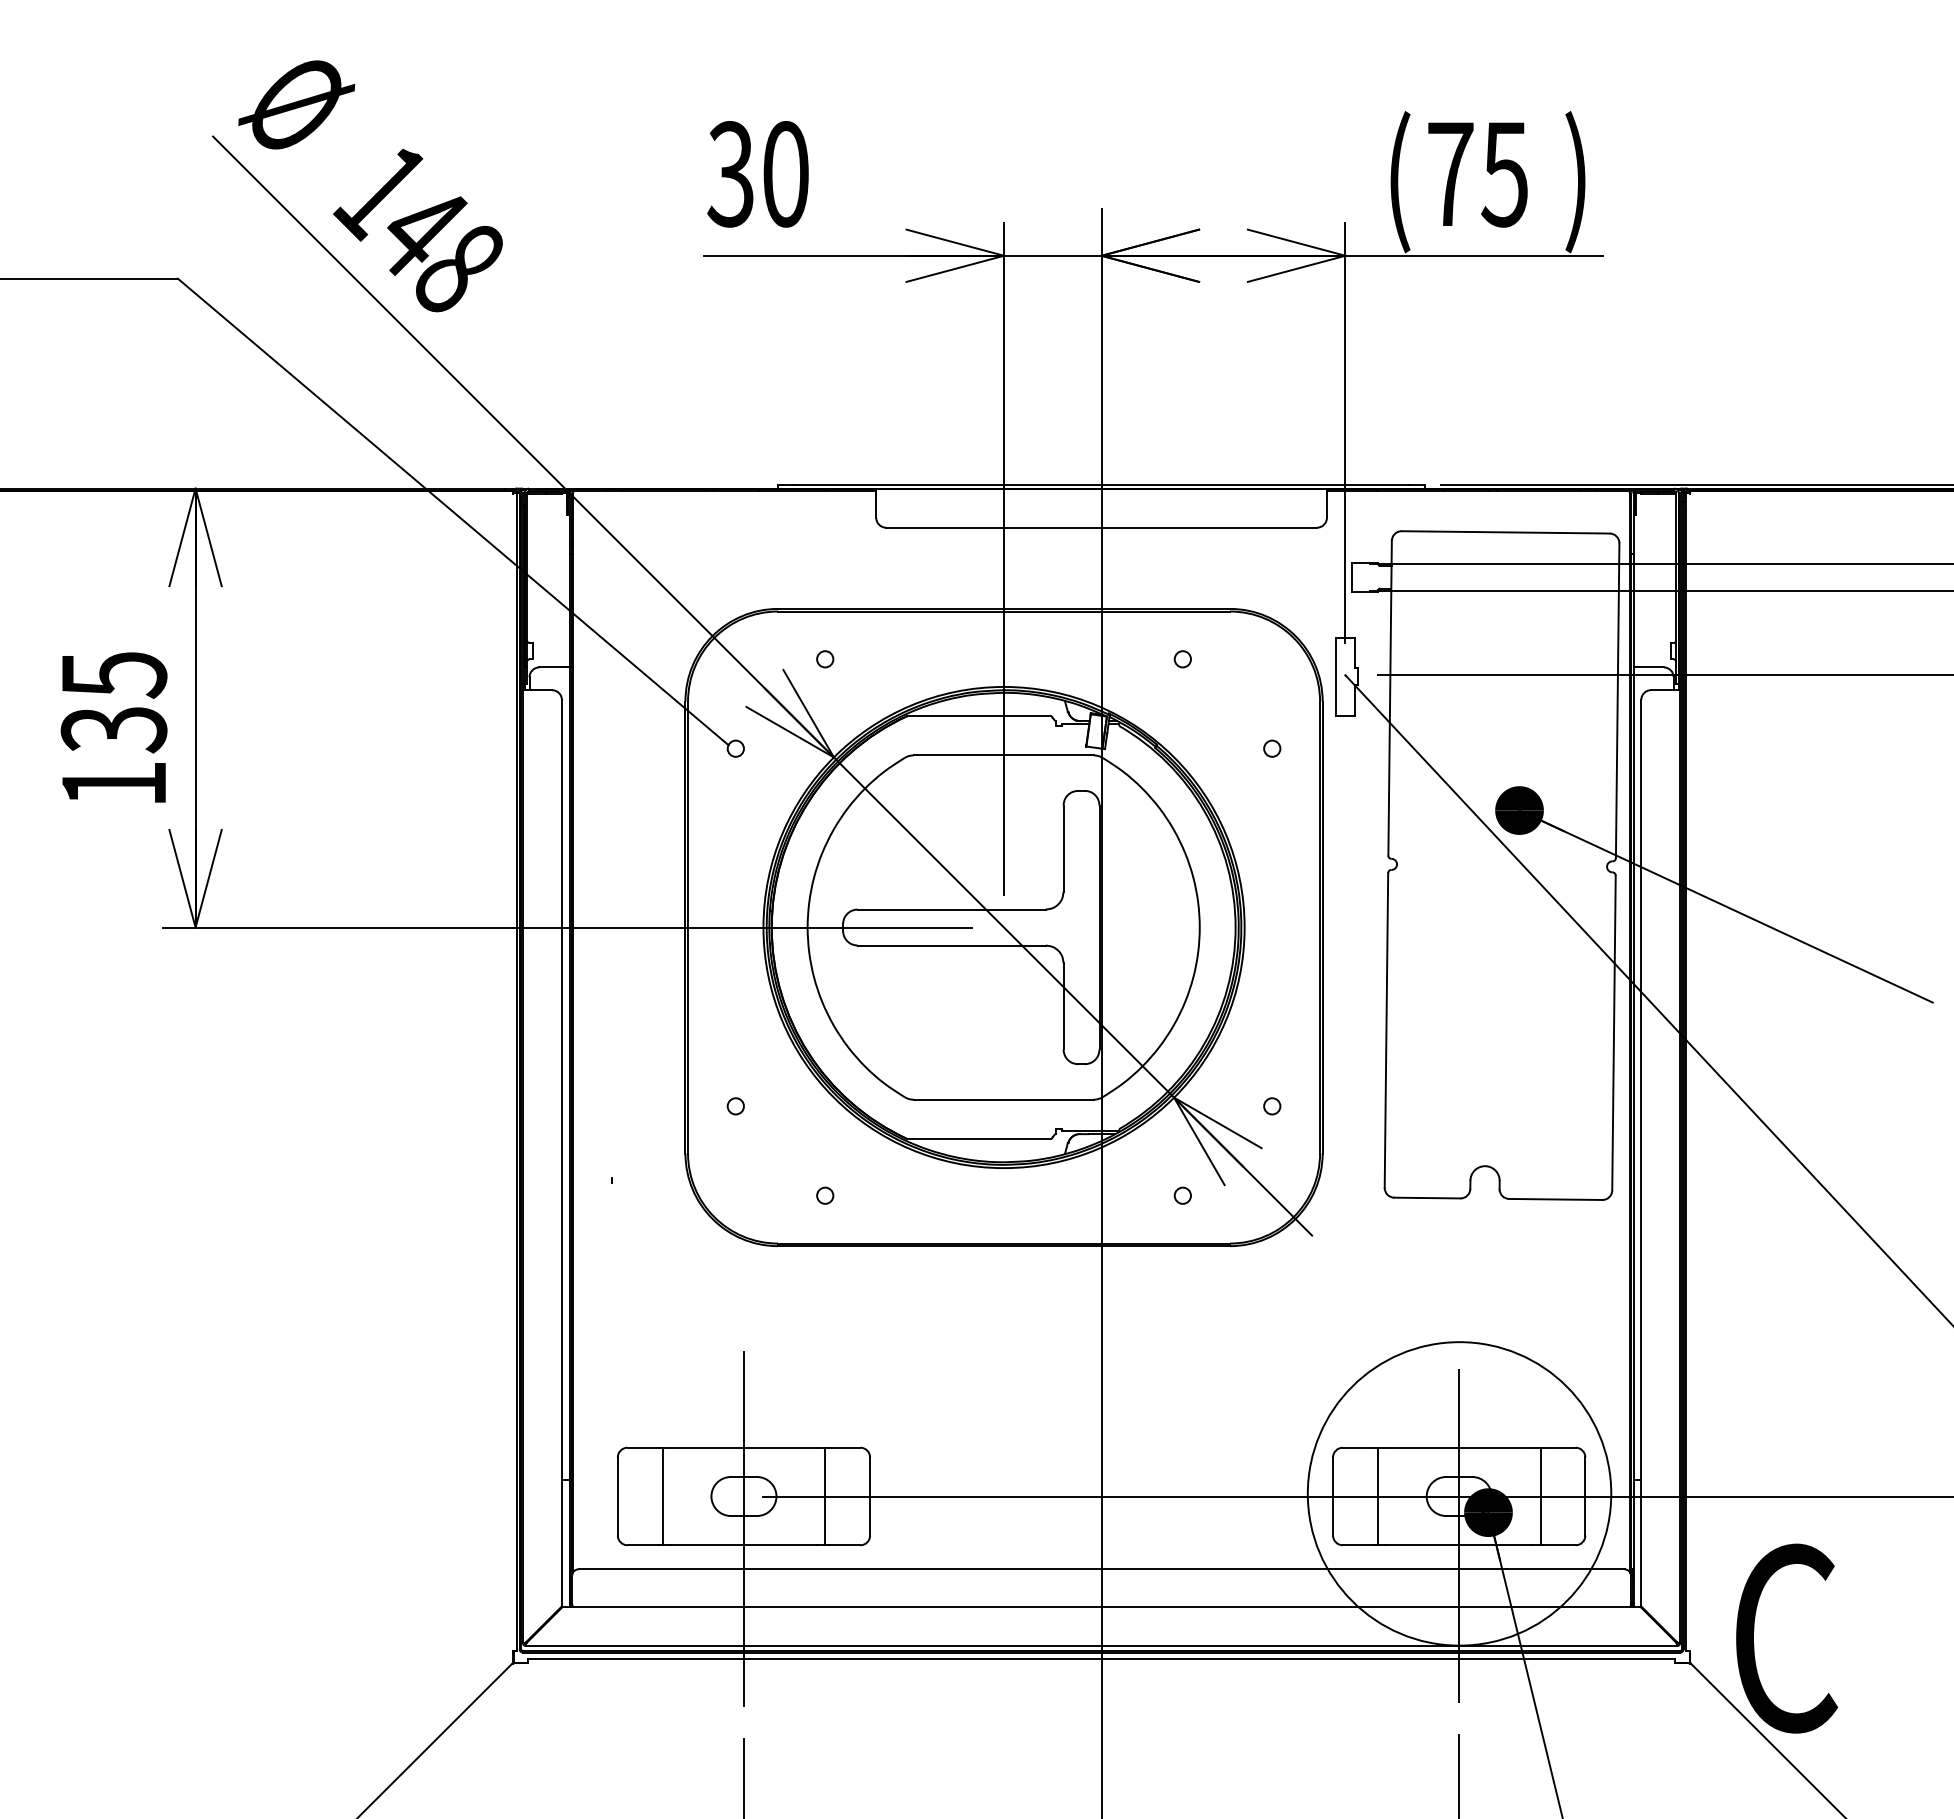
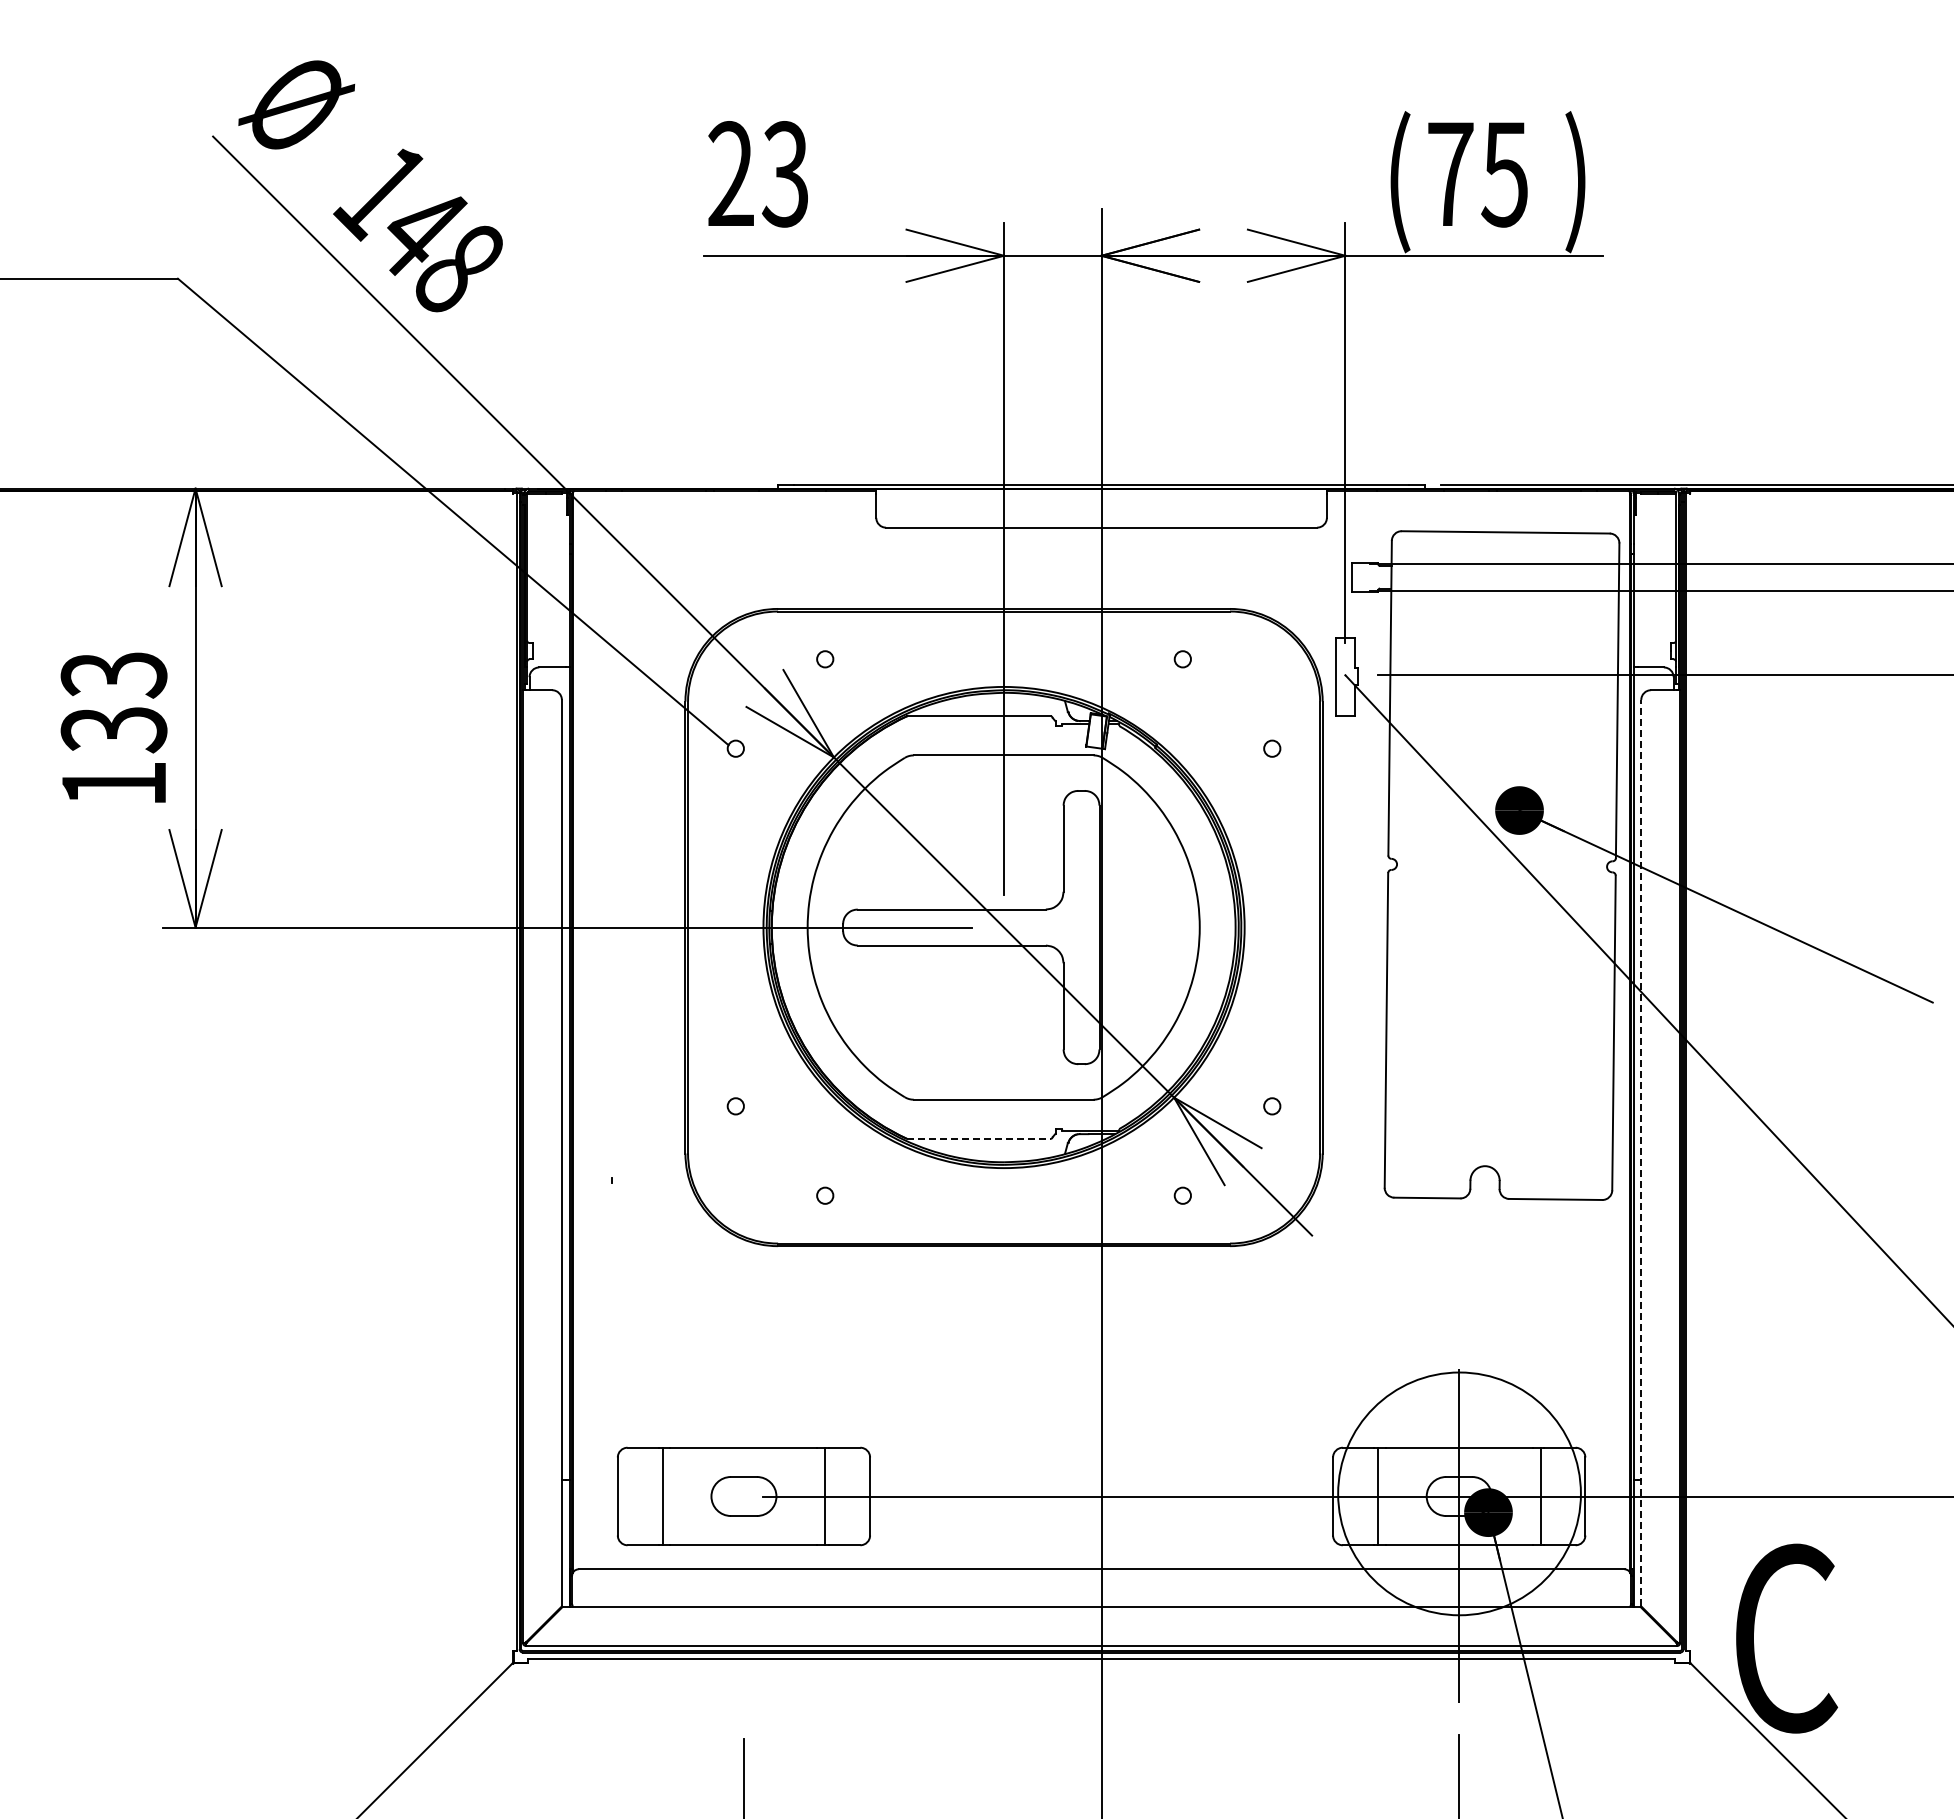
text at (757, 174): 30 -> 23
text at (113, 675): 135 -> 133
line at (979, 1138): solid -> dashed
line at (1641, 1152): solid -> dashed
circle at (1459, 1493) diameter: 303 px -> 243 px
line at (743, 1528): present -> none
